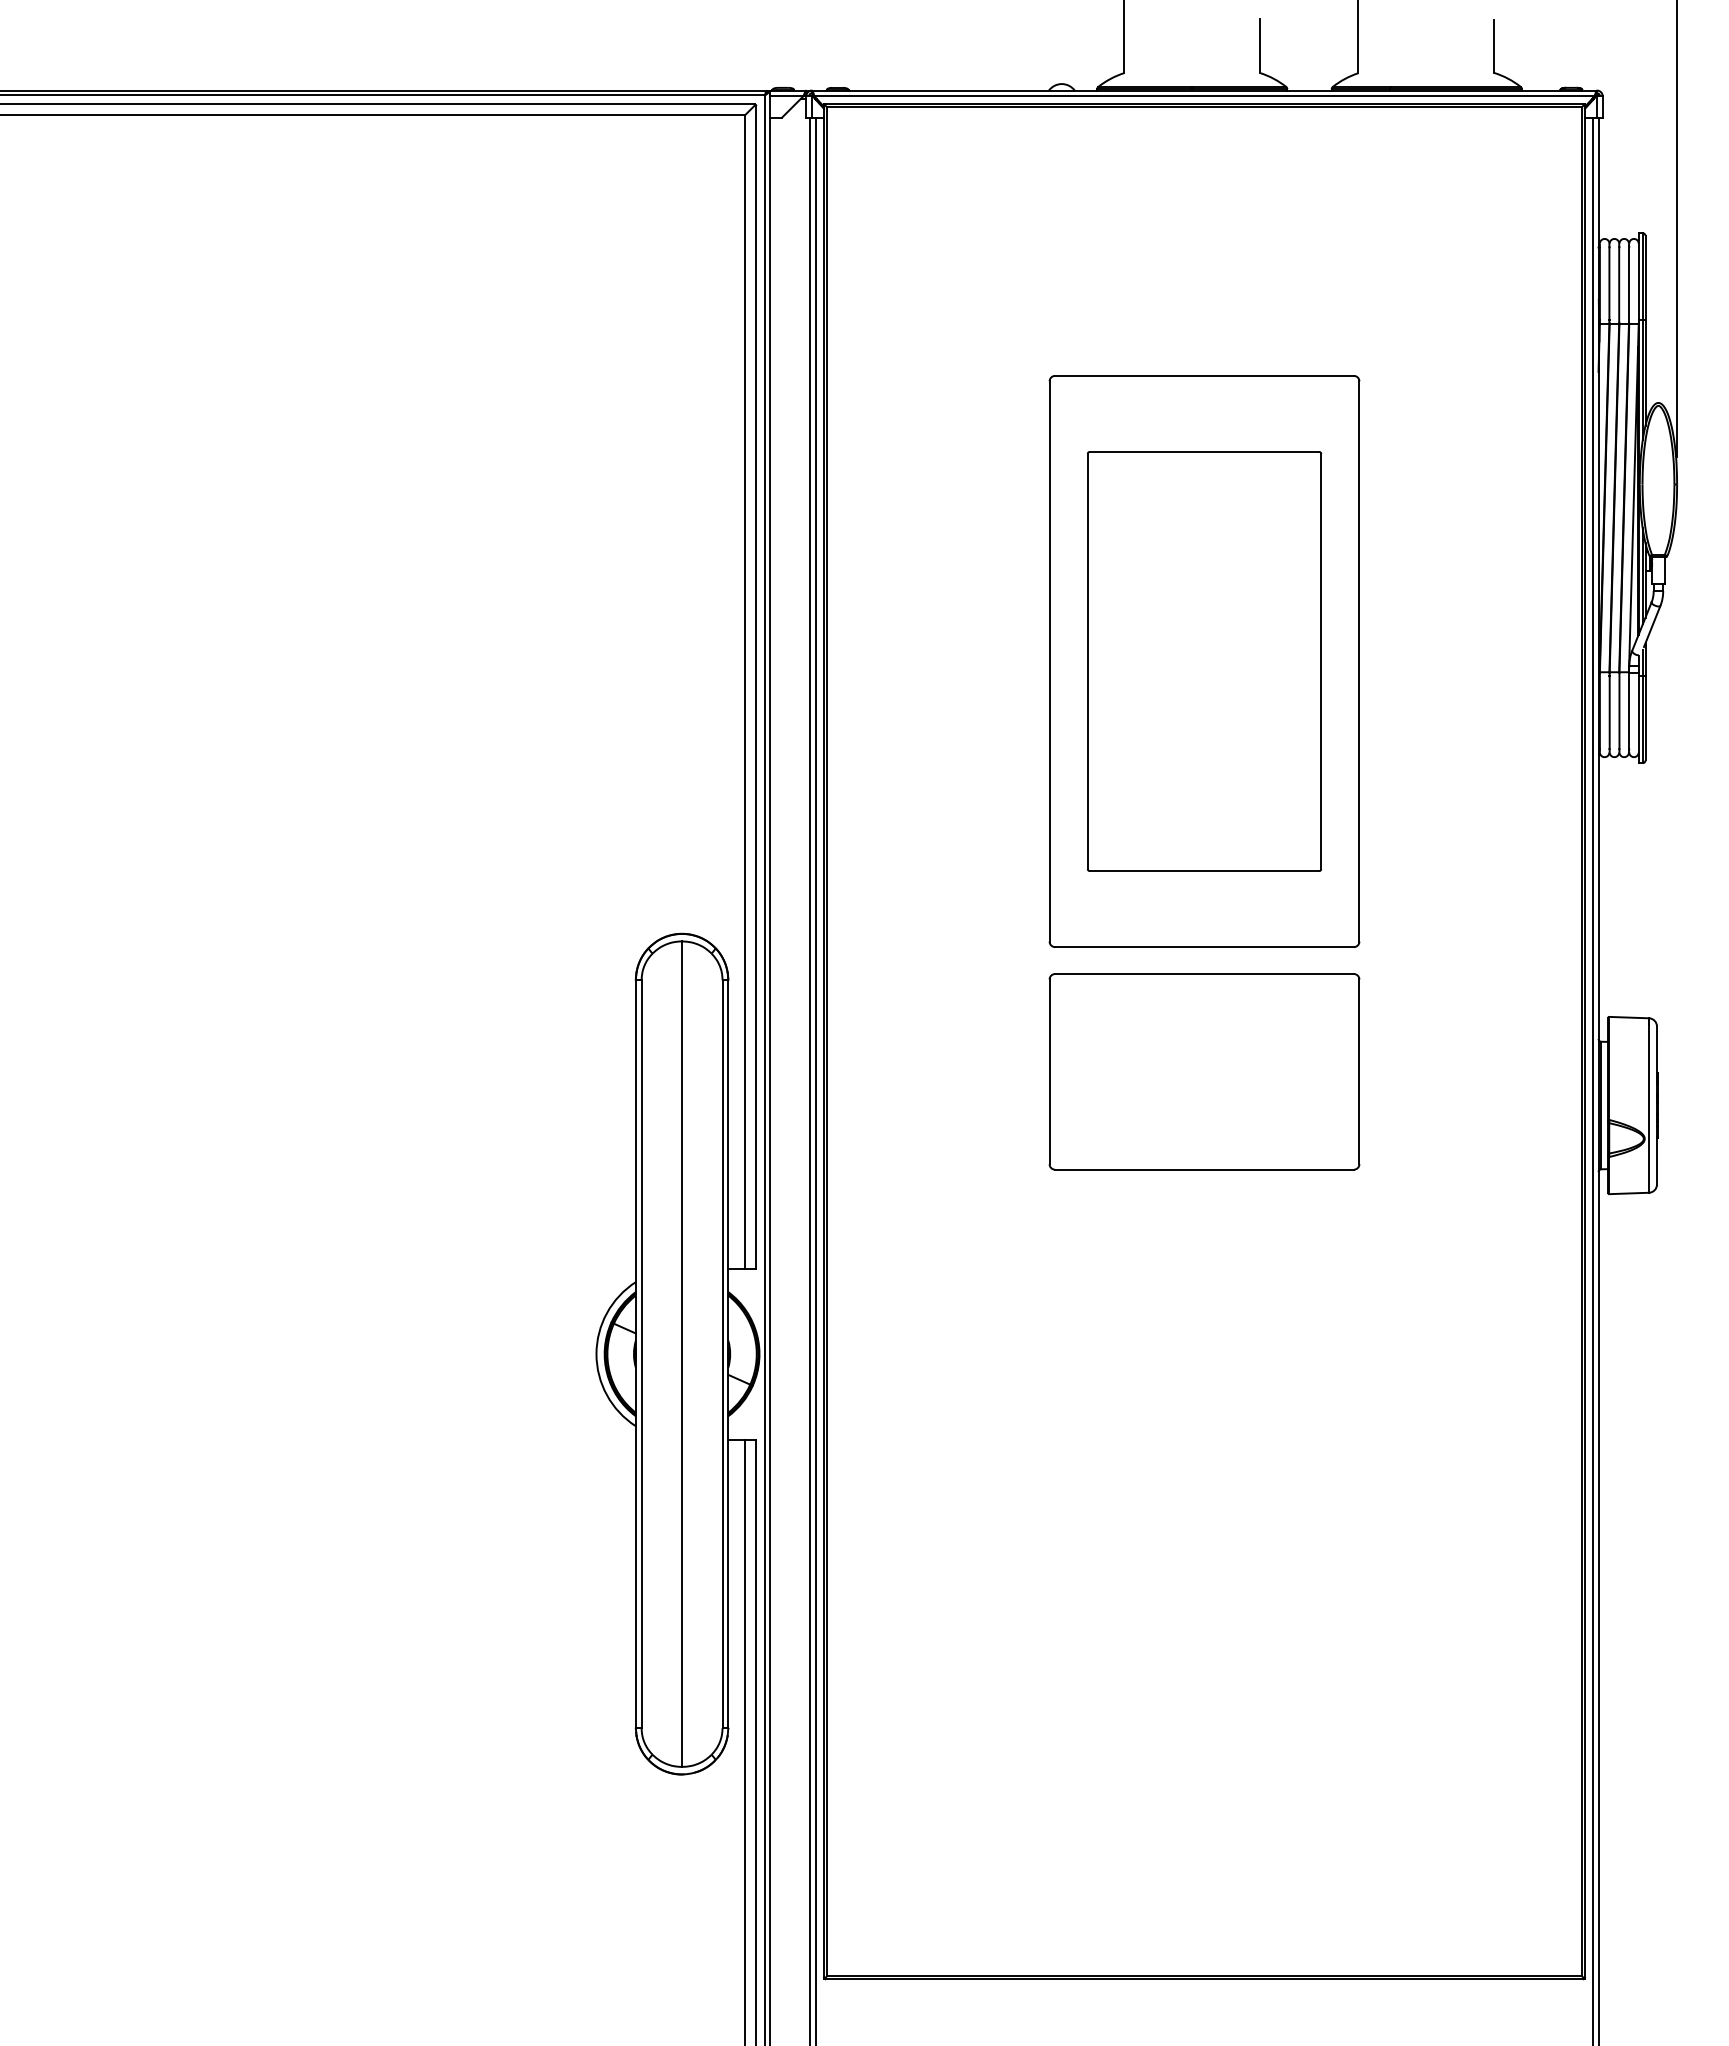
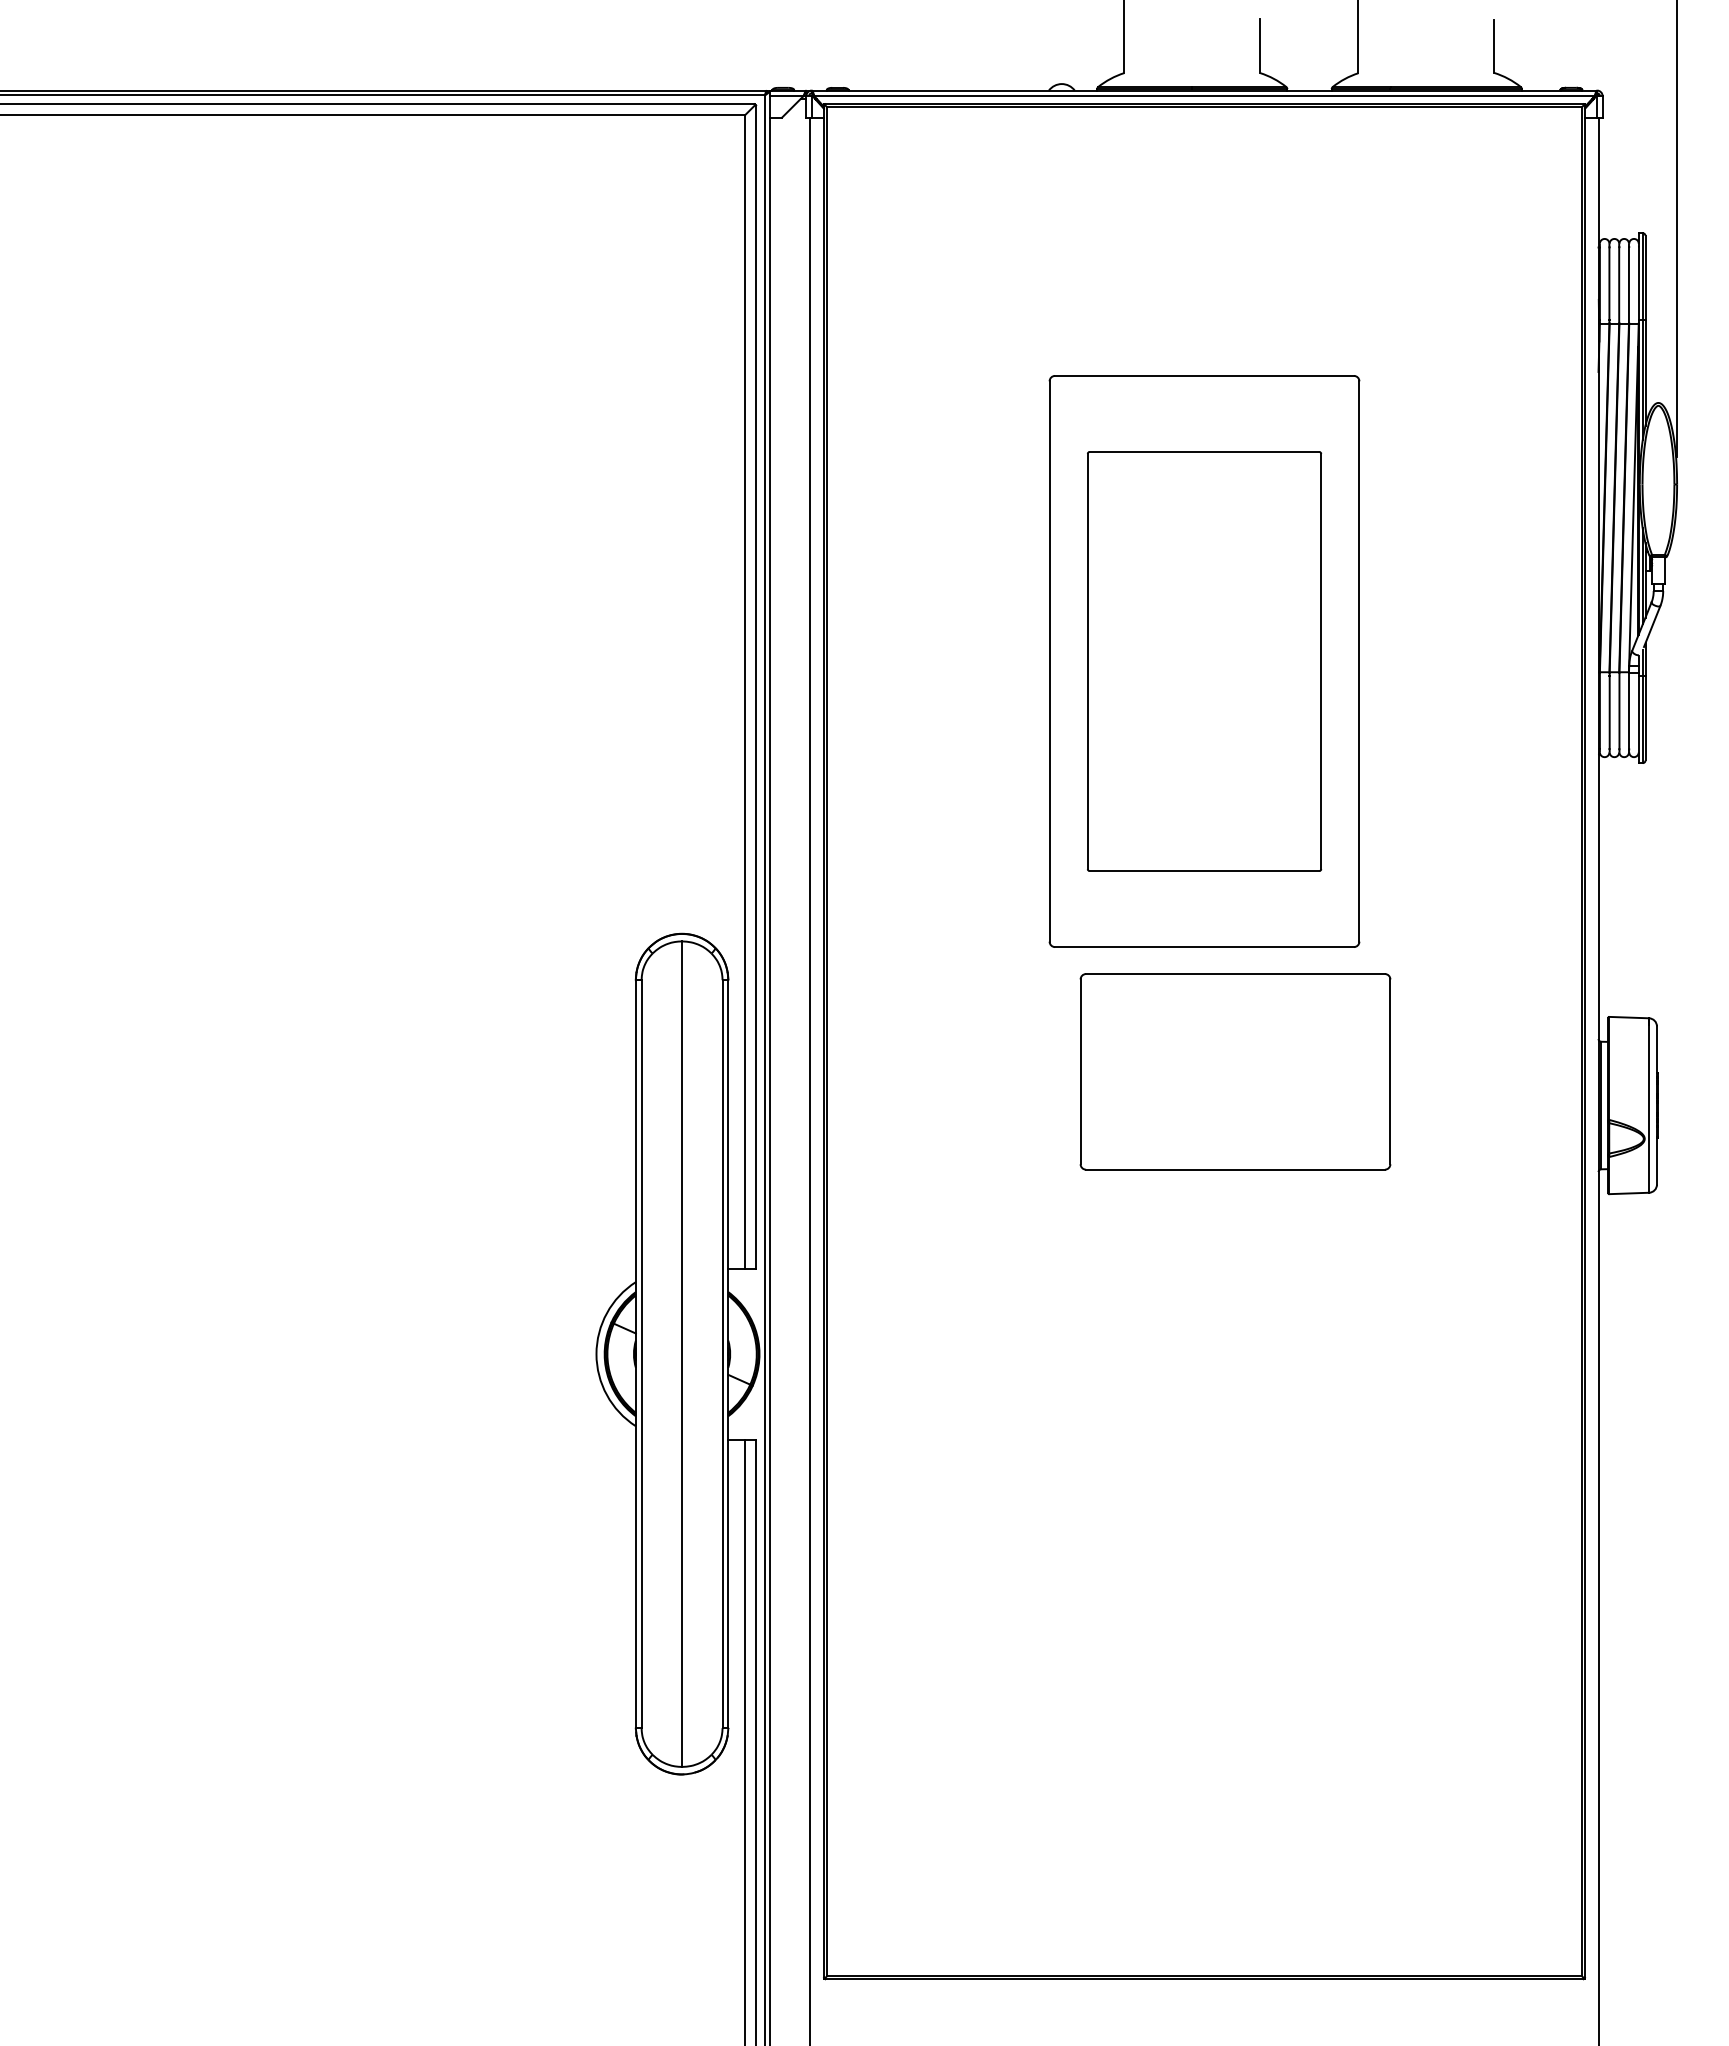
part at (1204, 1071) position: (1204, 1071) -> (1235, 1071)
line at (815, 1079): present -> none
line at (1593, 1079): present -> none
